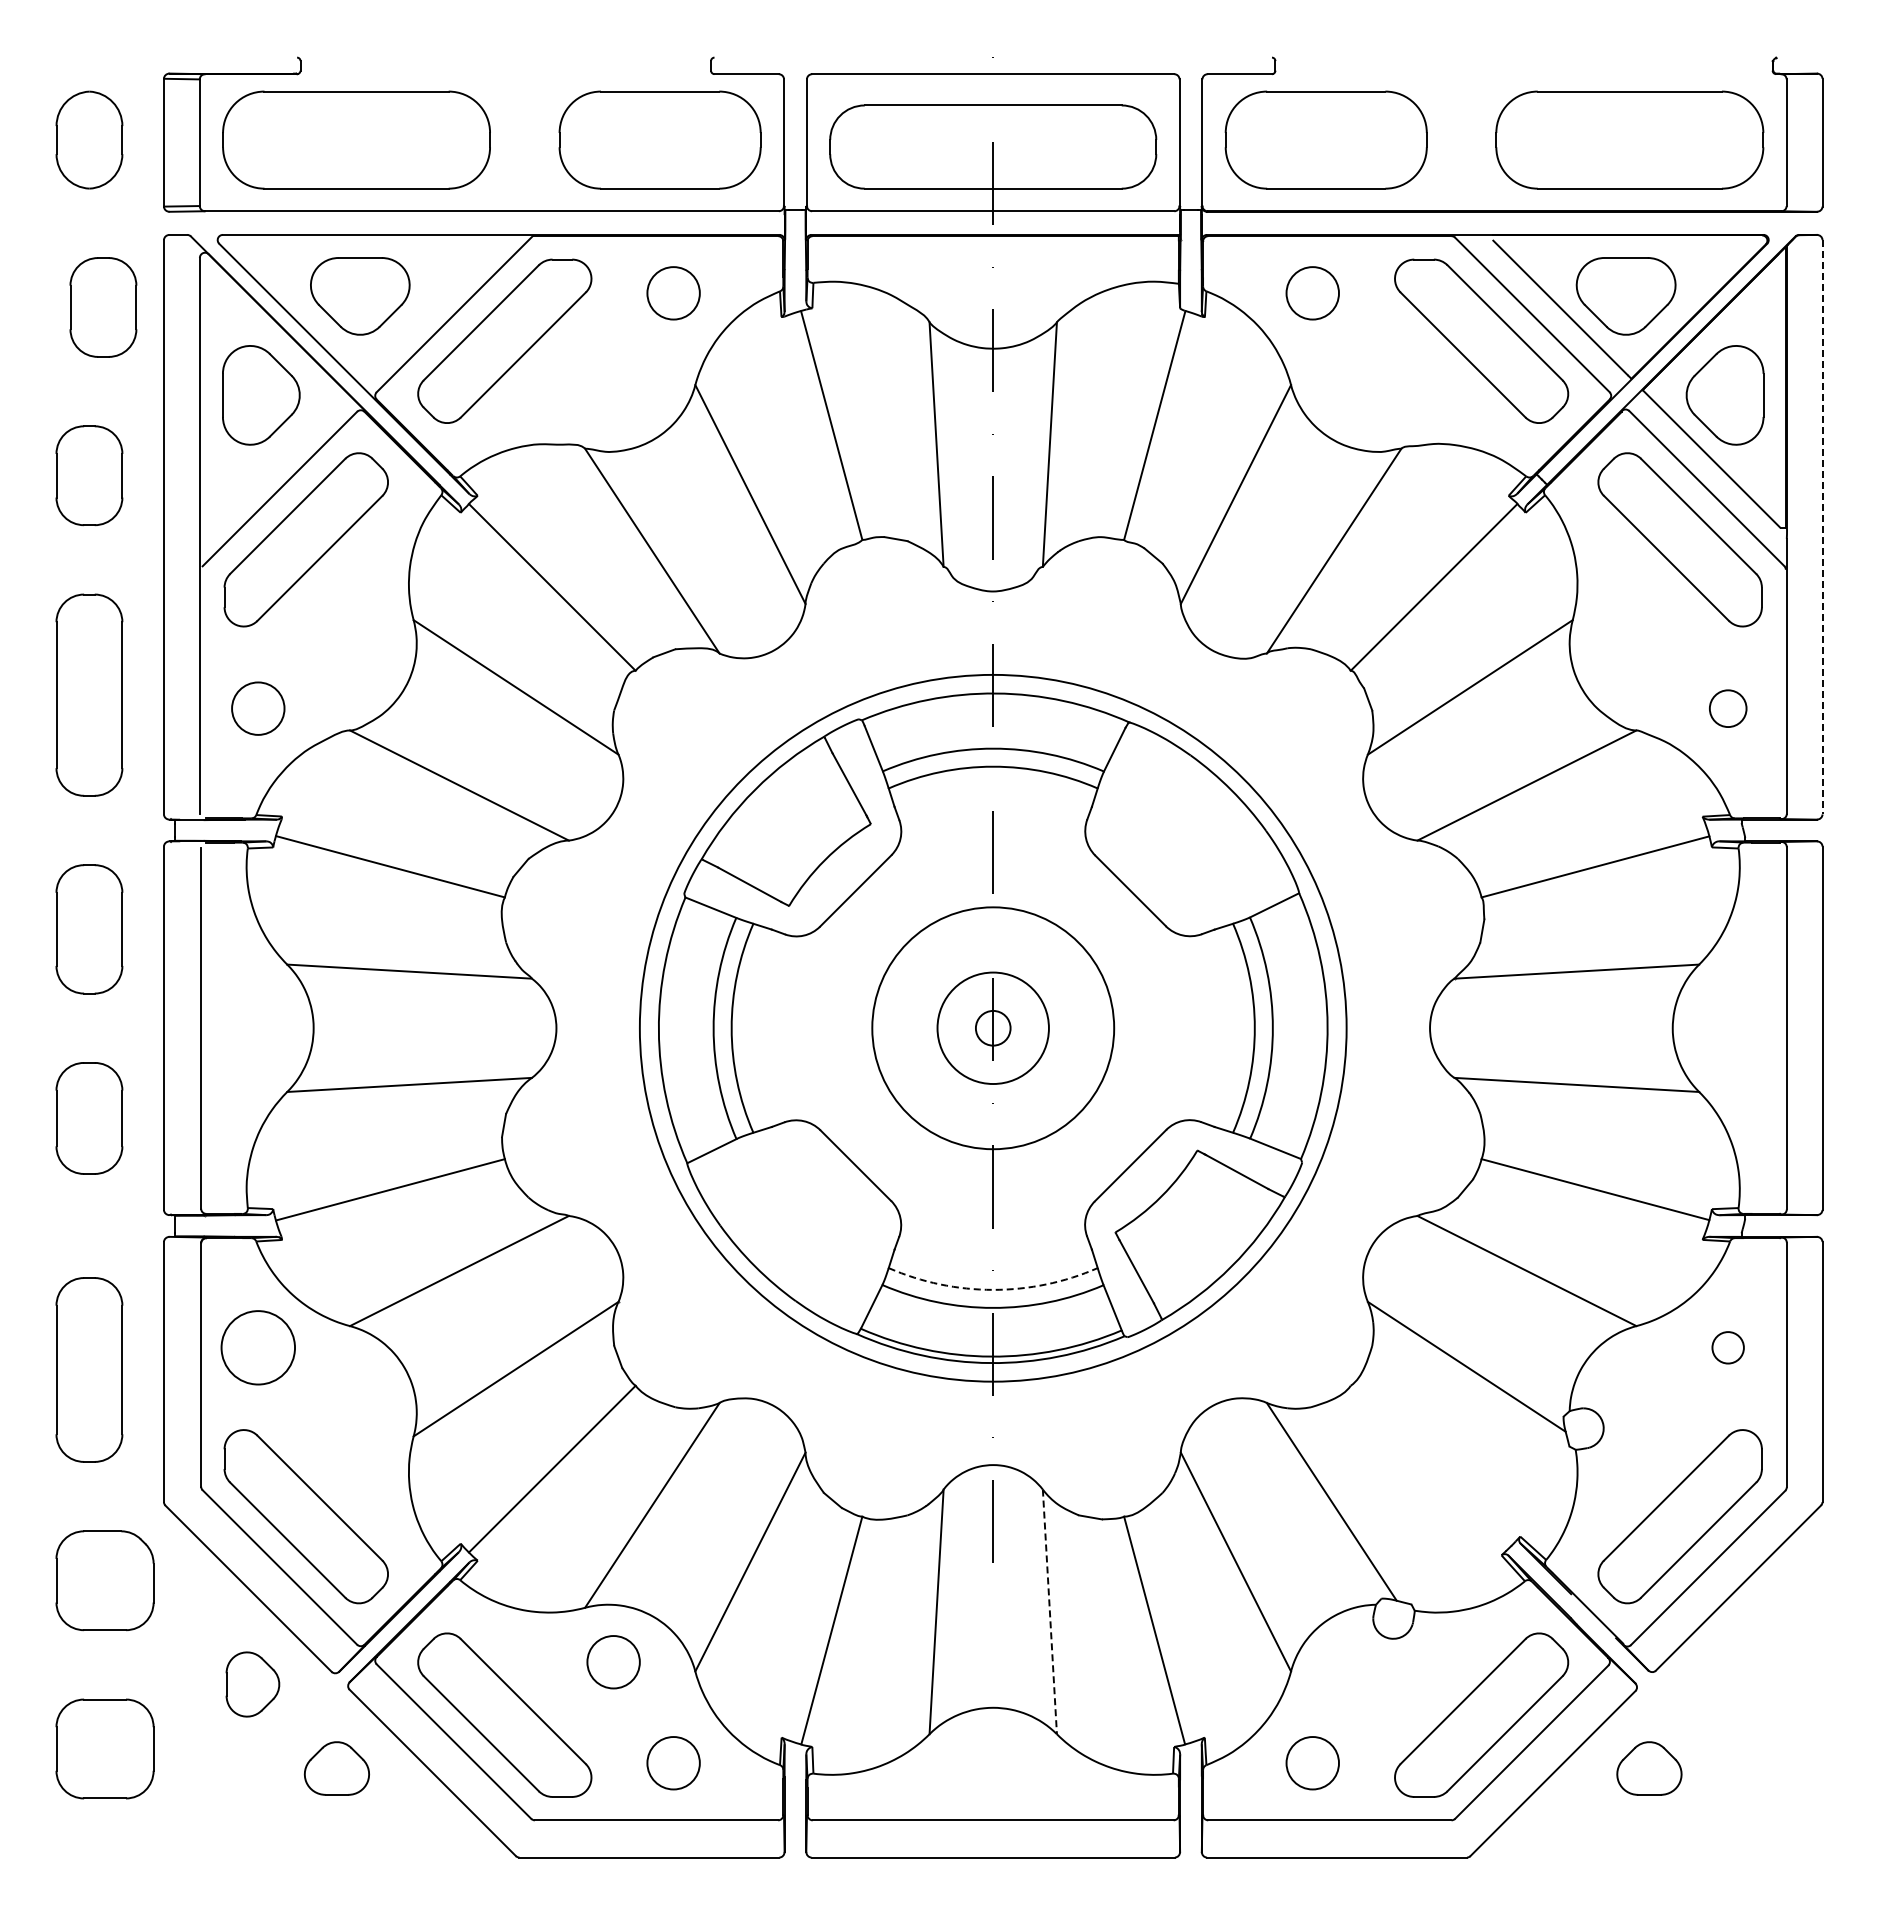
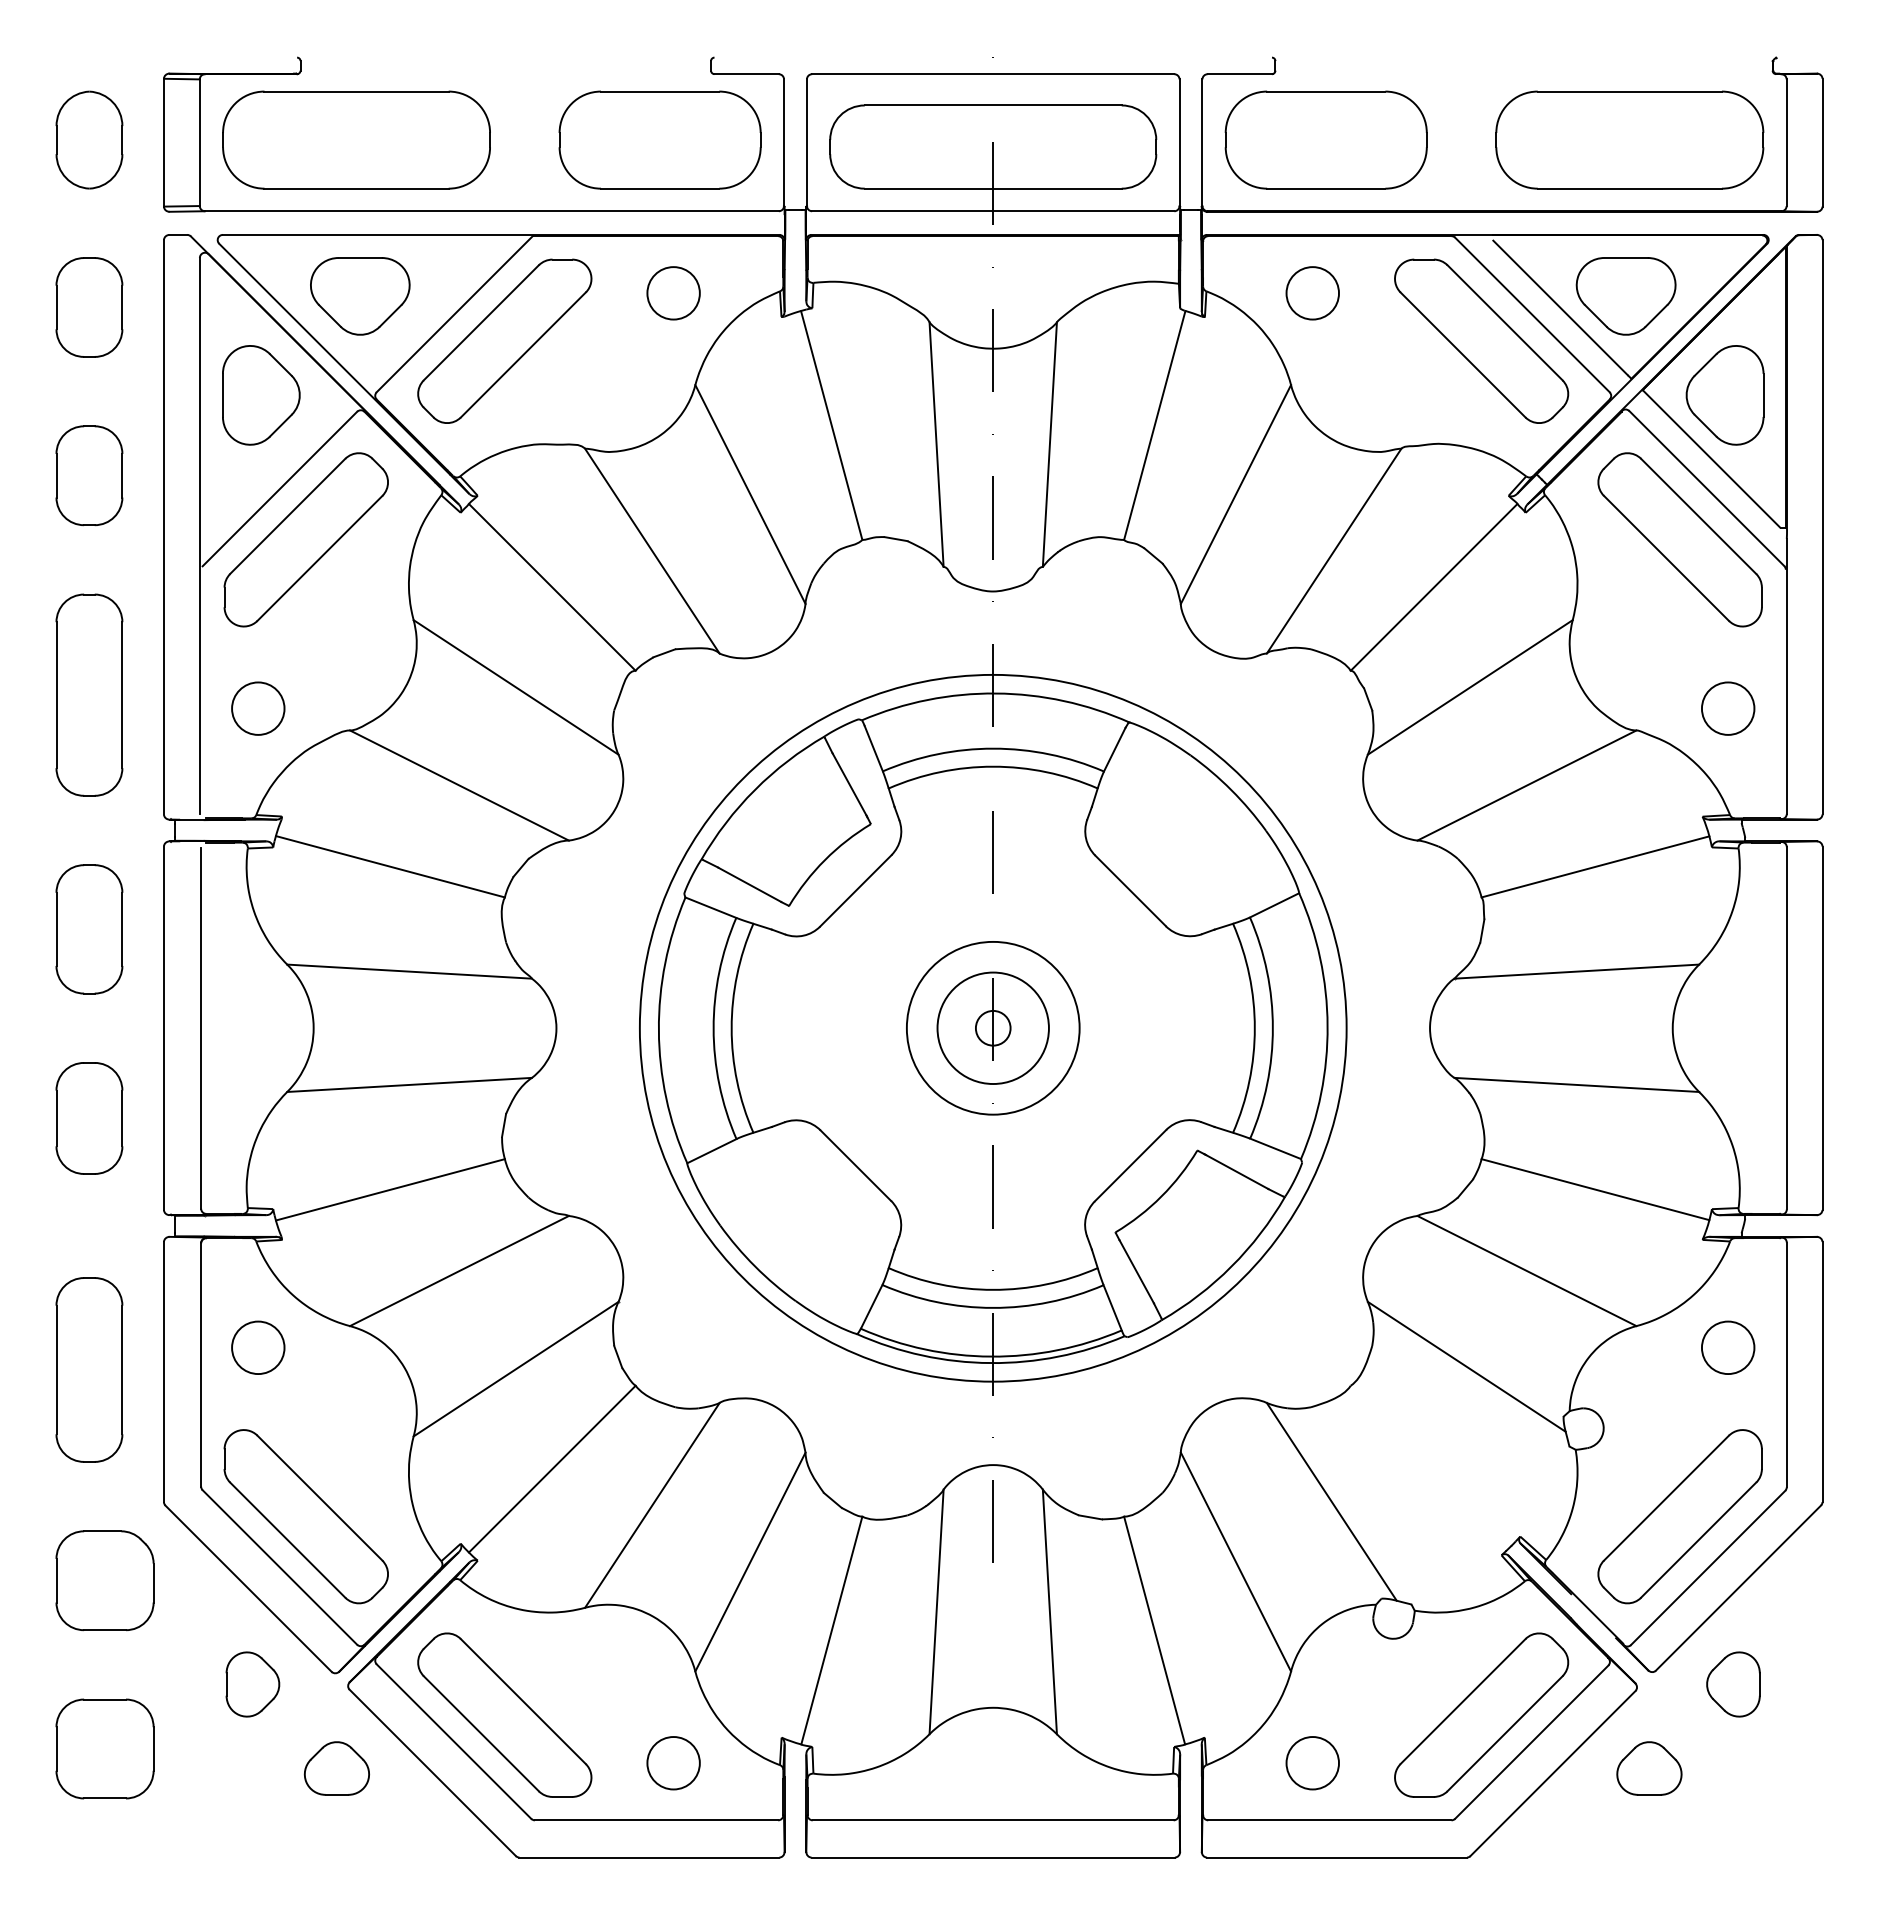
part at (103, 307) position: (103, 307) -> (89, 307)
line at (1822, 527): dashed -> solid
circle at (1727, 708) diameter: 37 px -> 52 px
circle at (993, 1028) diameter: 242 px -> 173 px
arc at (993, 1289): dashed -> solid
circle at (258, 1347) diameter: 73 px -> 52 px
circle at (1727, 1347) diameter: 31 px -> 52 px
line at (1049, 1611): dashed -> solid
circle at (613, 1662): present -> none
part at (1733, 1684): none -> present
